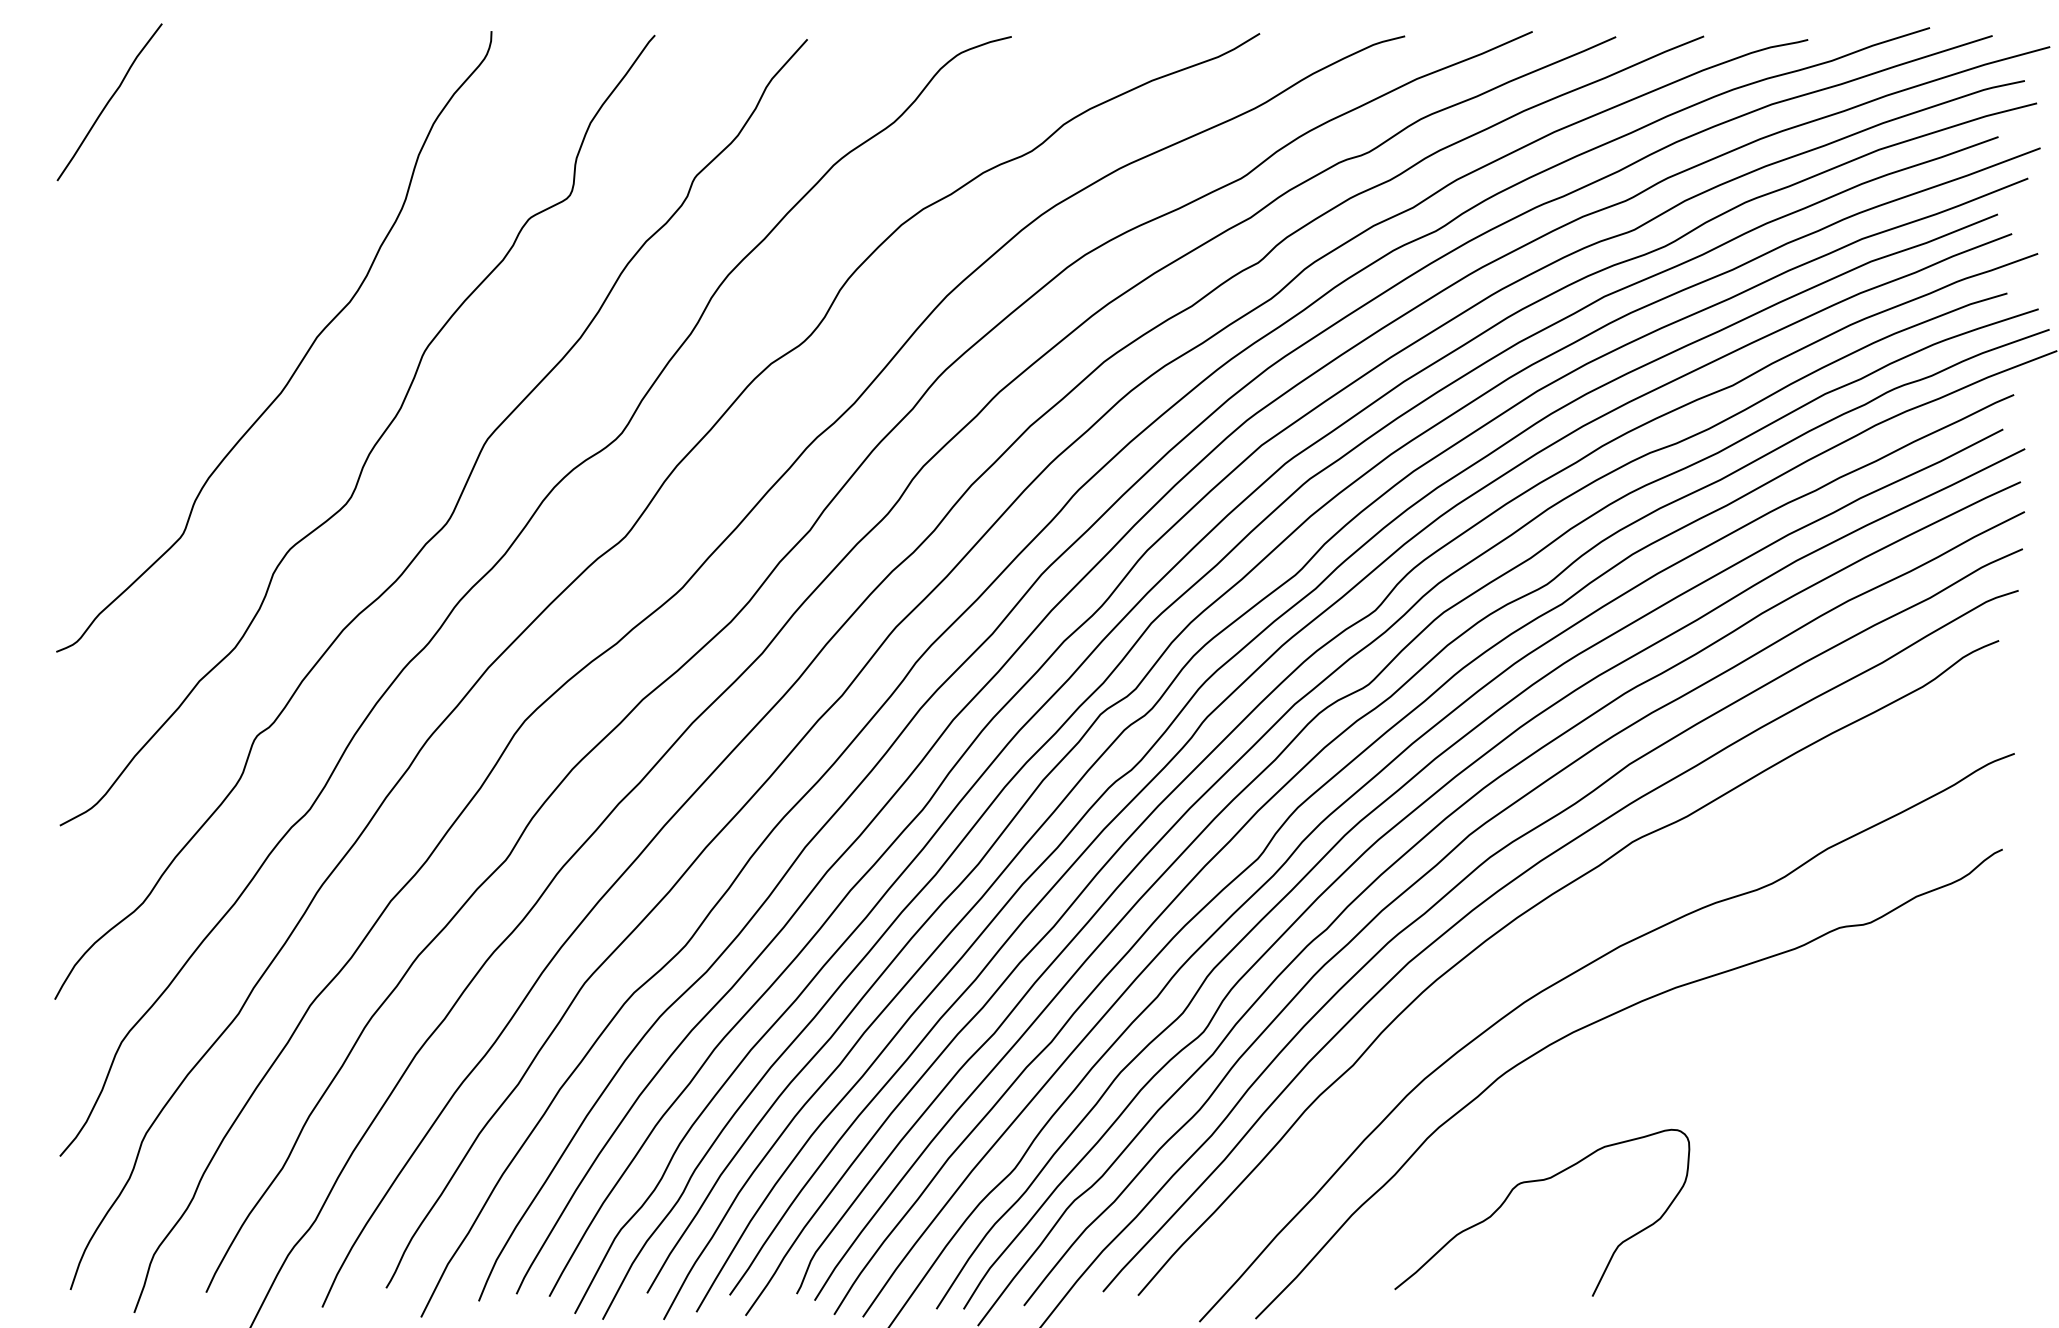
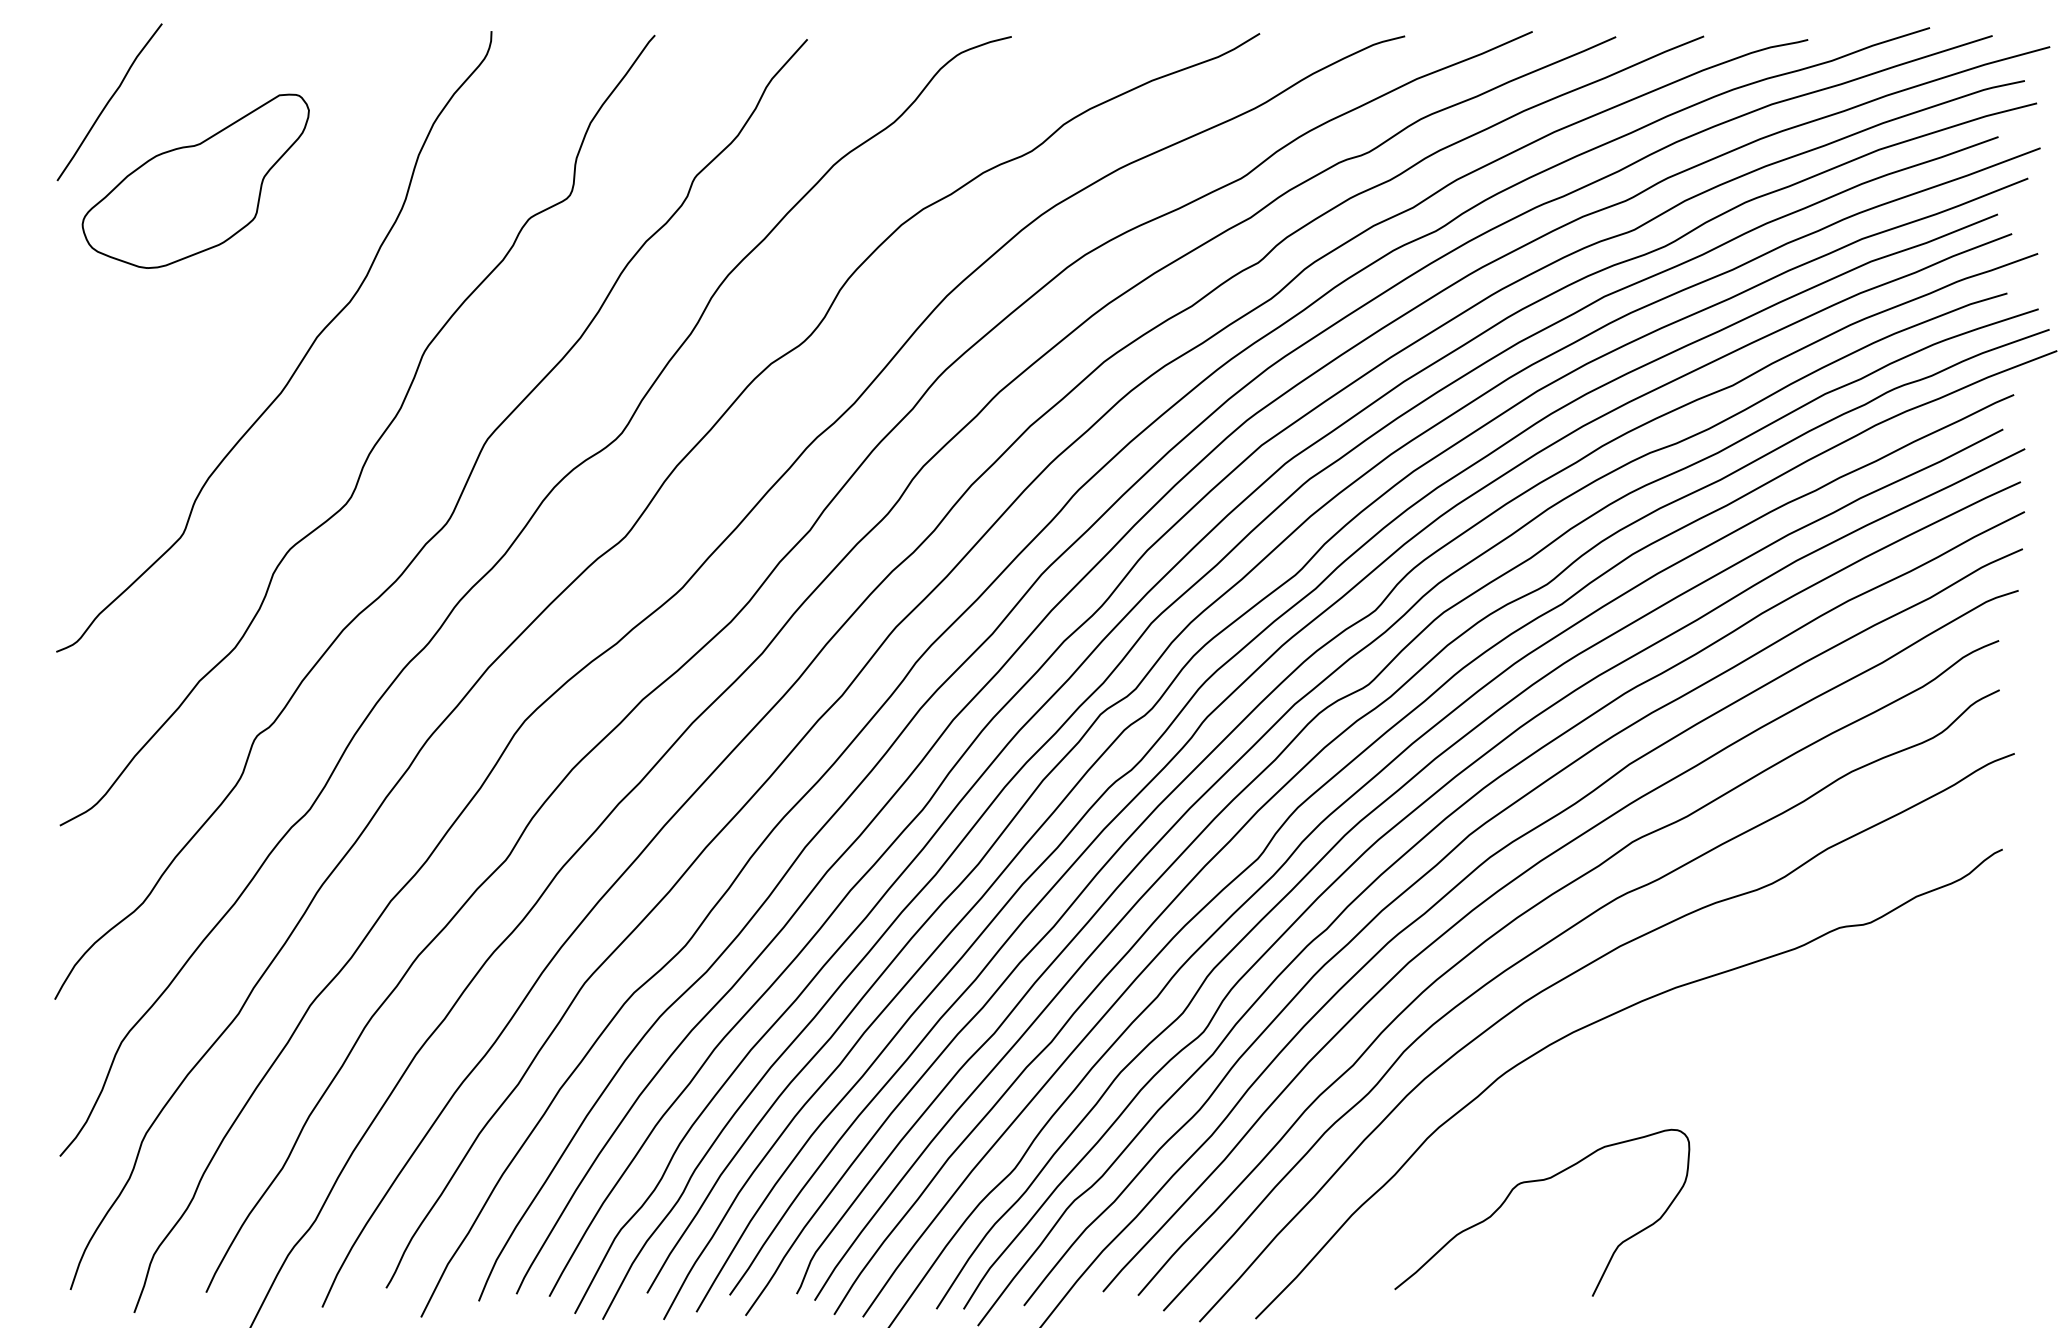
part at (195, 180): none -> present
curve at (1544, 946): none -> present
